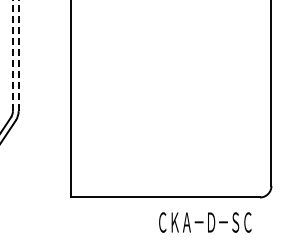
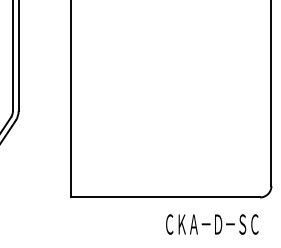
line at (12, 55): dashed -> solid
line at (18, 55): dashed -> solid
text at (205, 222) position: (205, 222) -> (212, 224)
